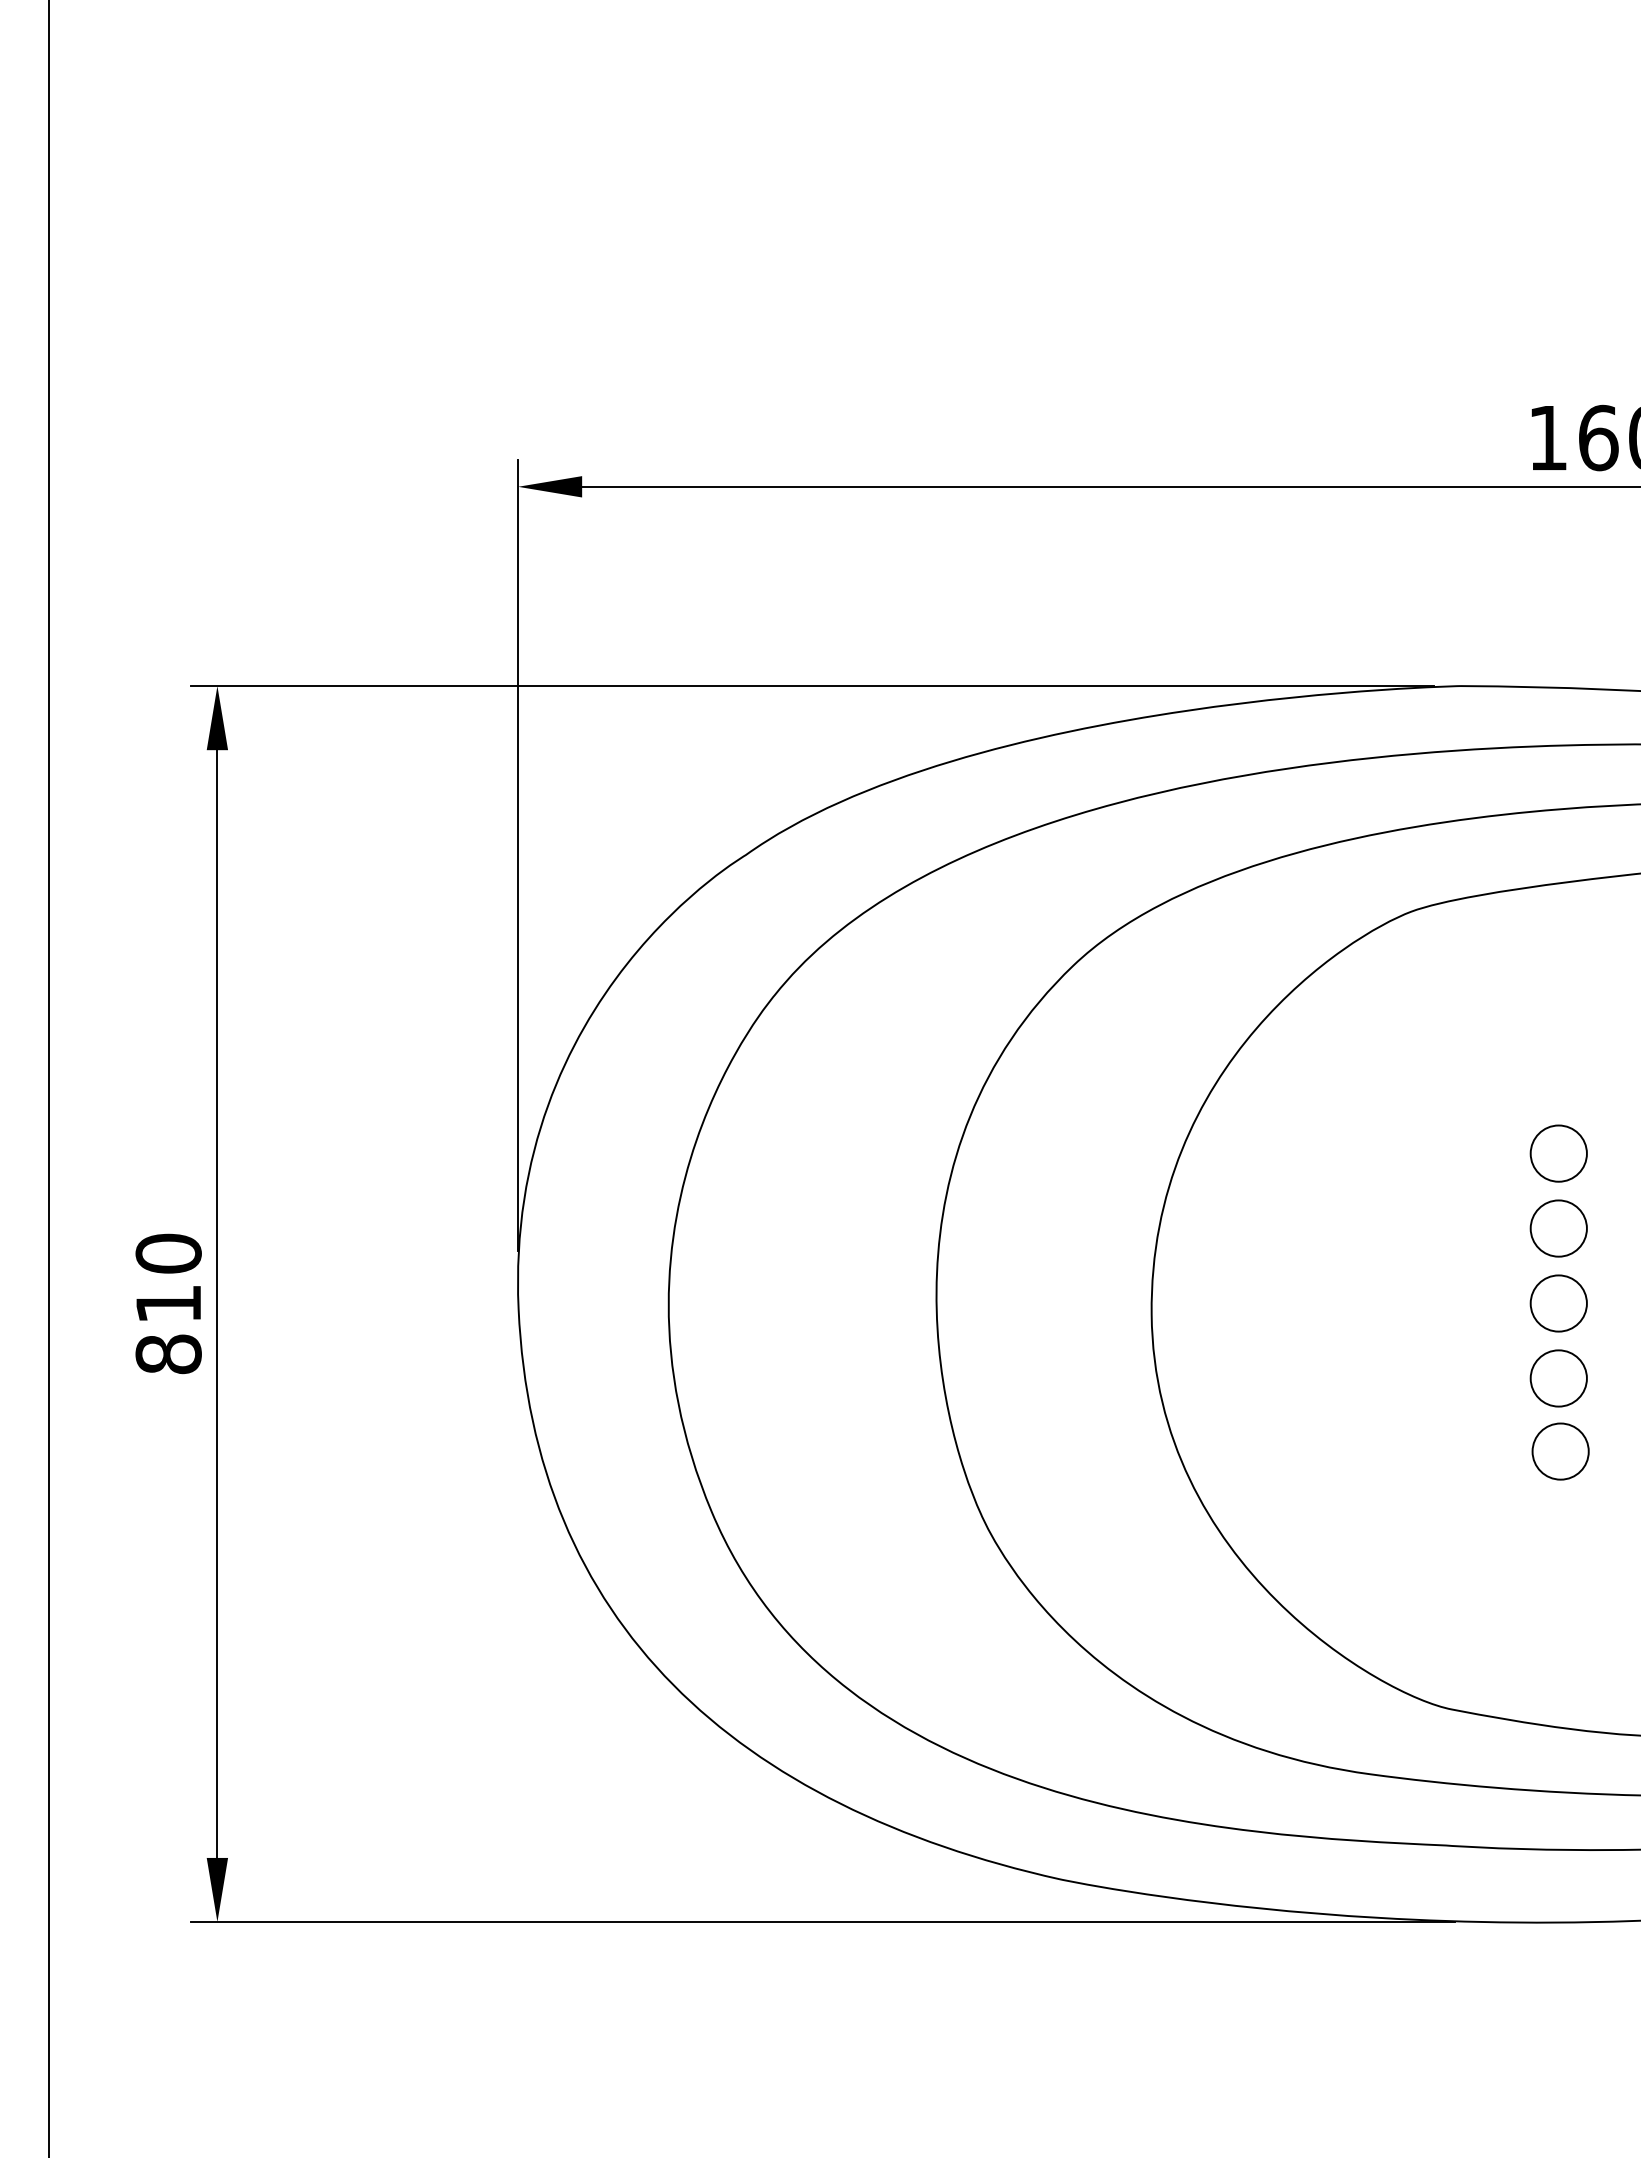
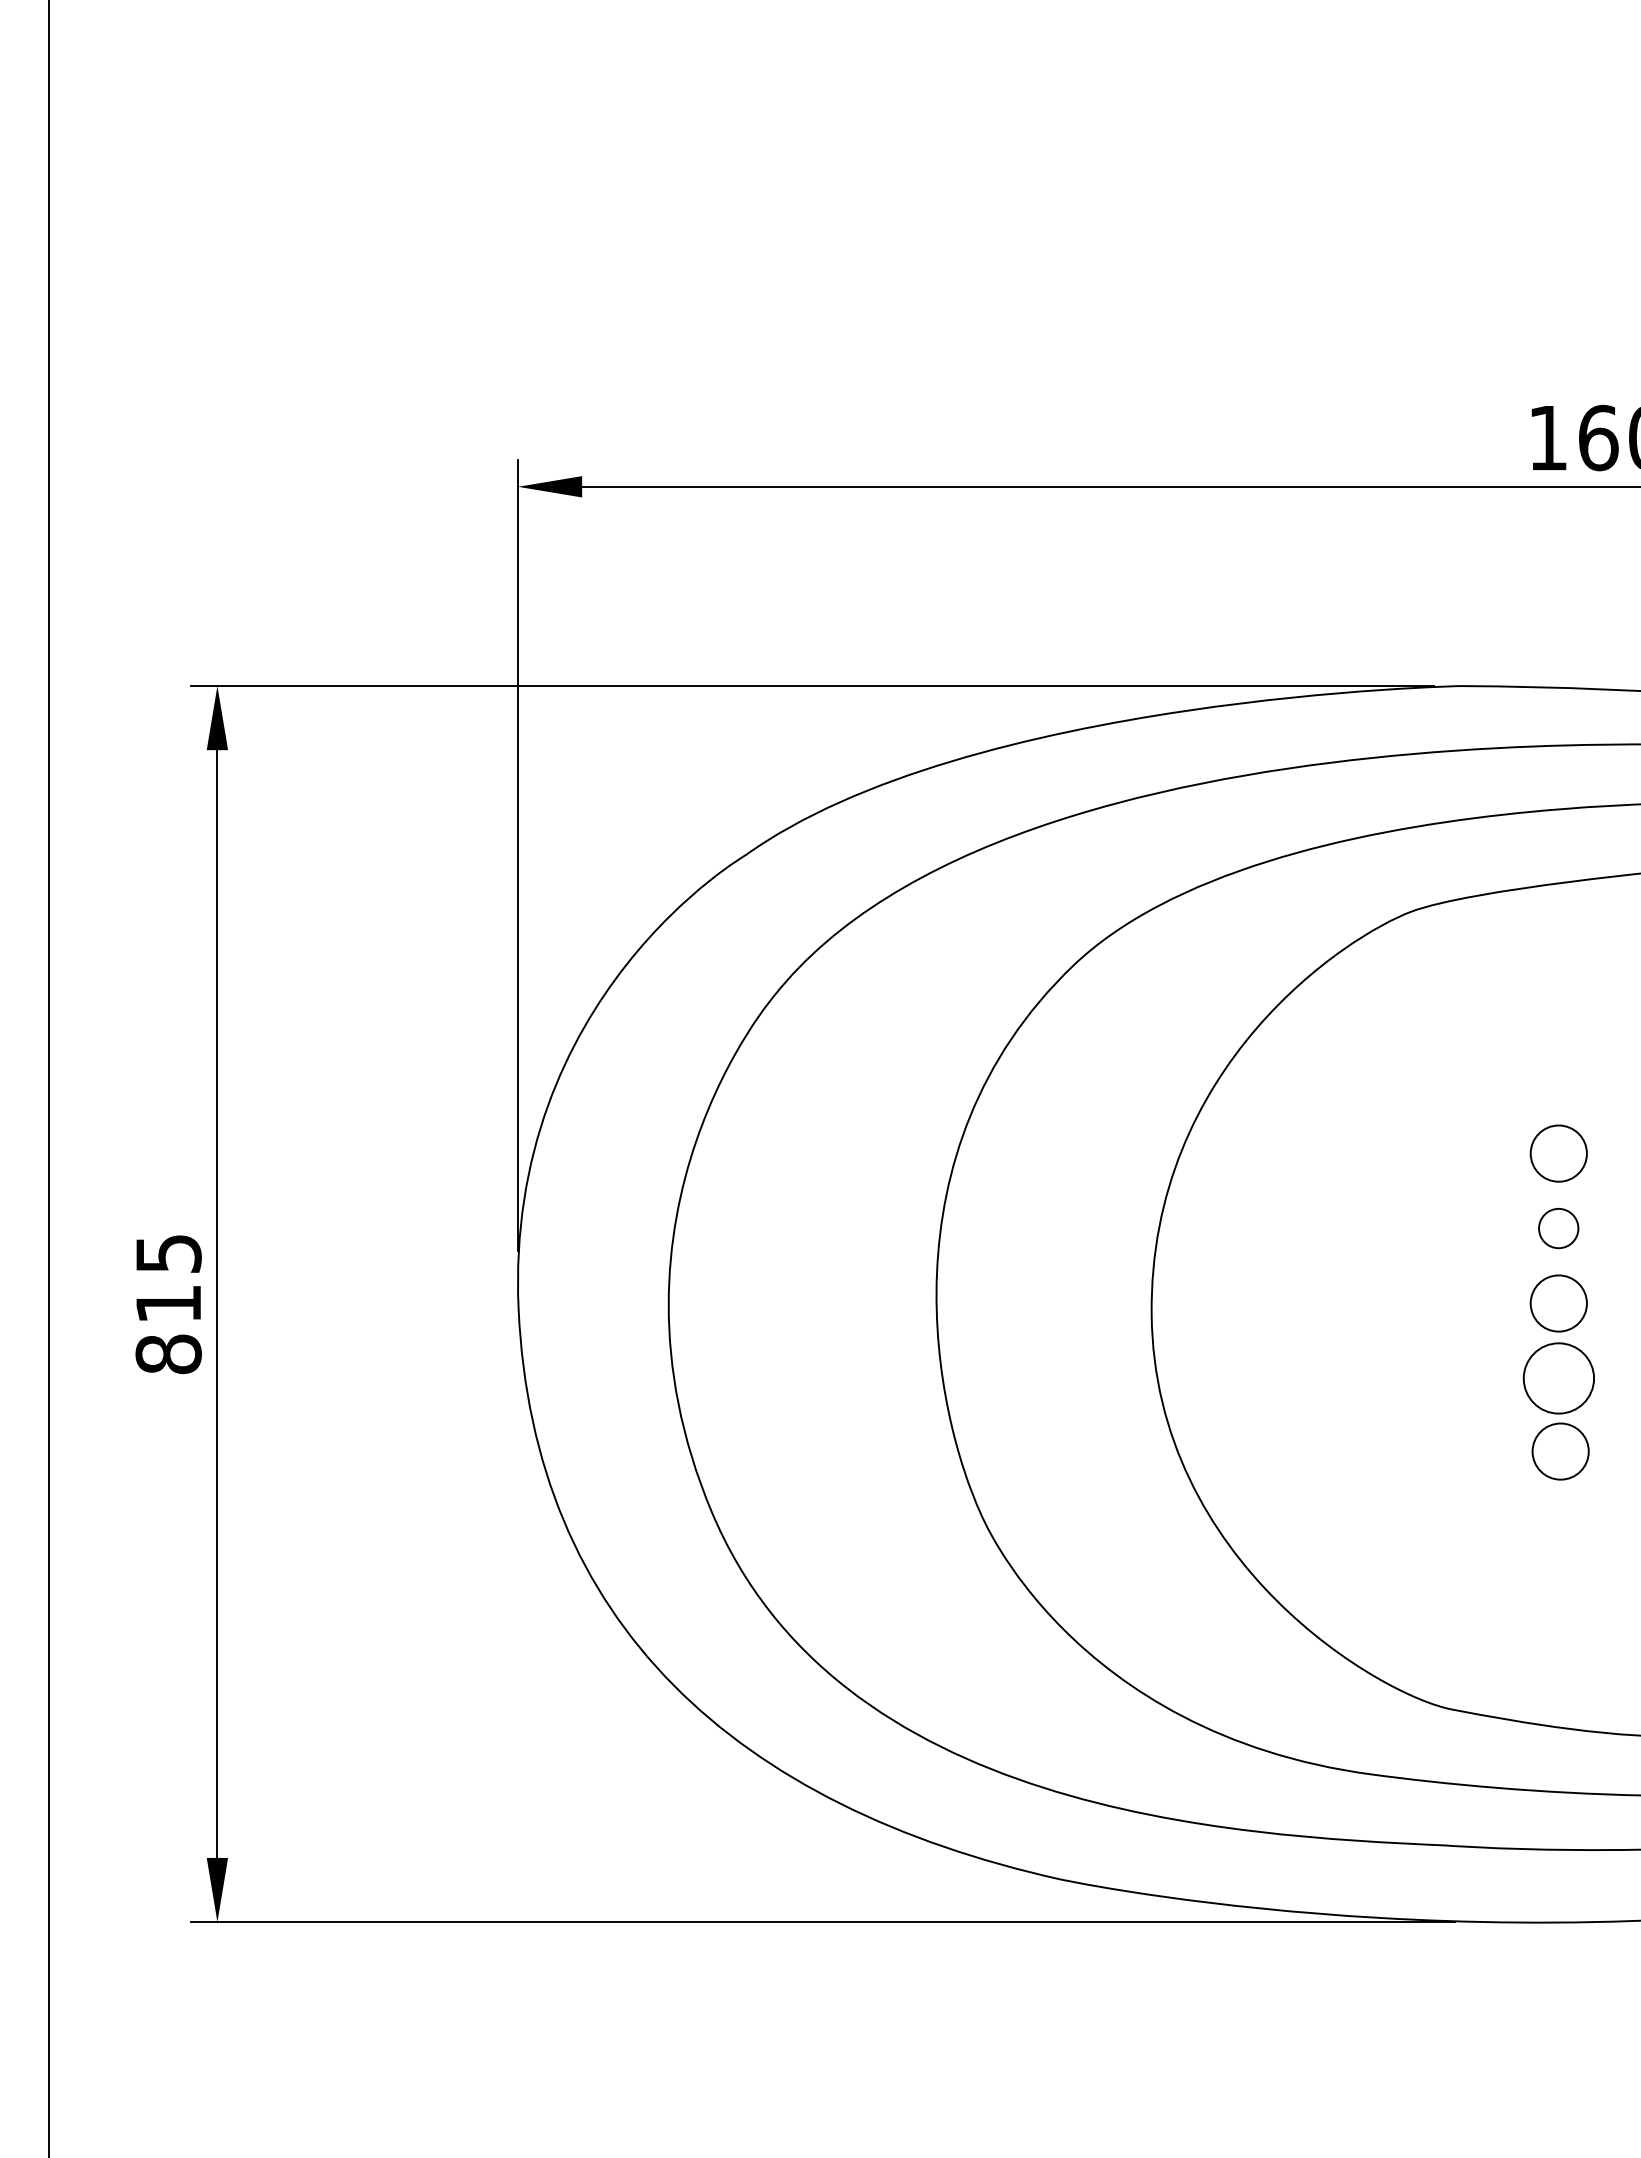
part at (1558, 1228) size: 59x59 px -> 42x42 px
text at (168, 1253): 810 -> 815
part at (1558, 1378) size: 59x59 px -> 73x73 px
